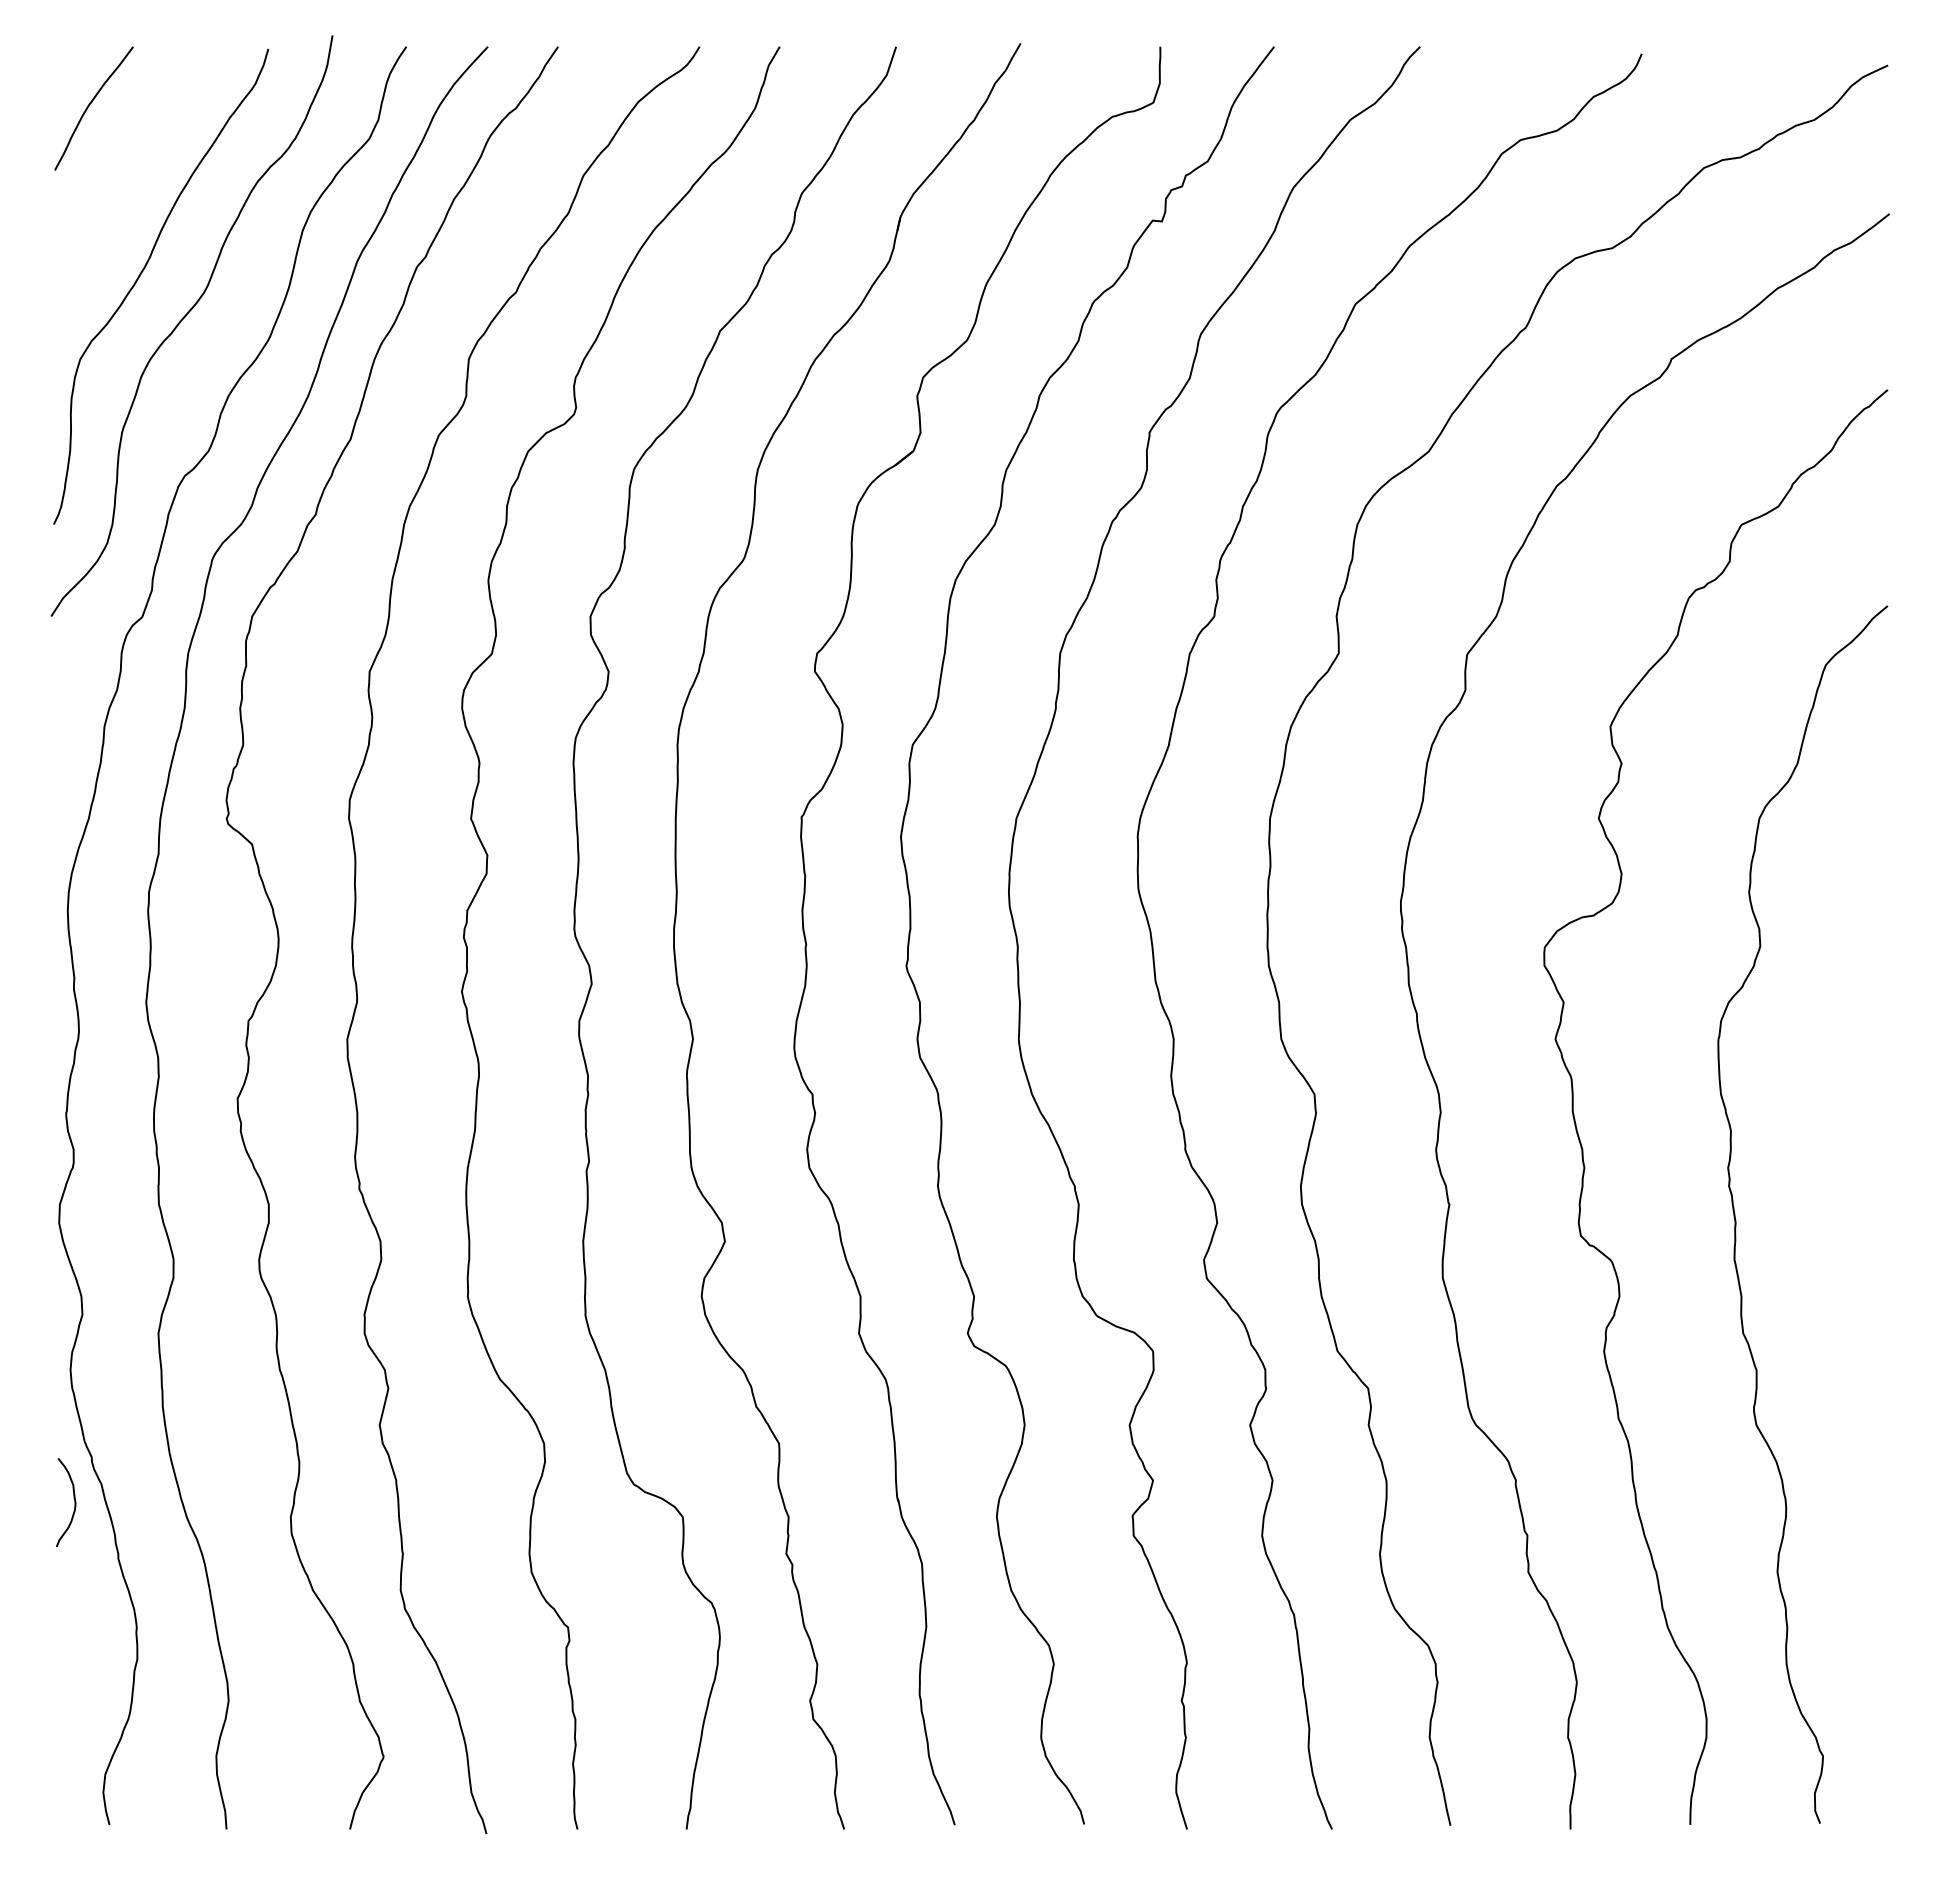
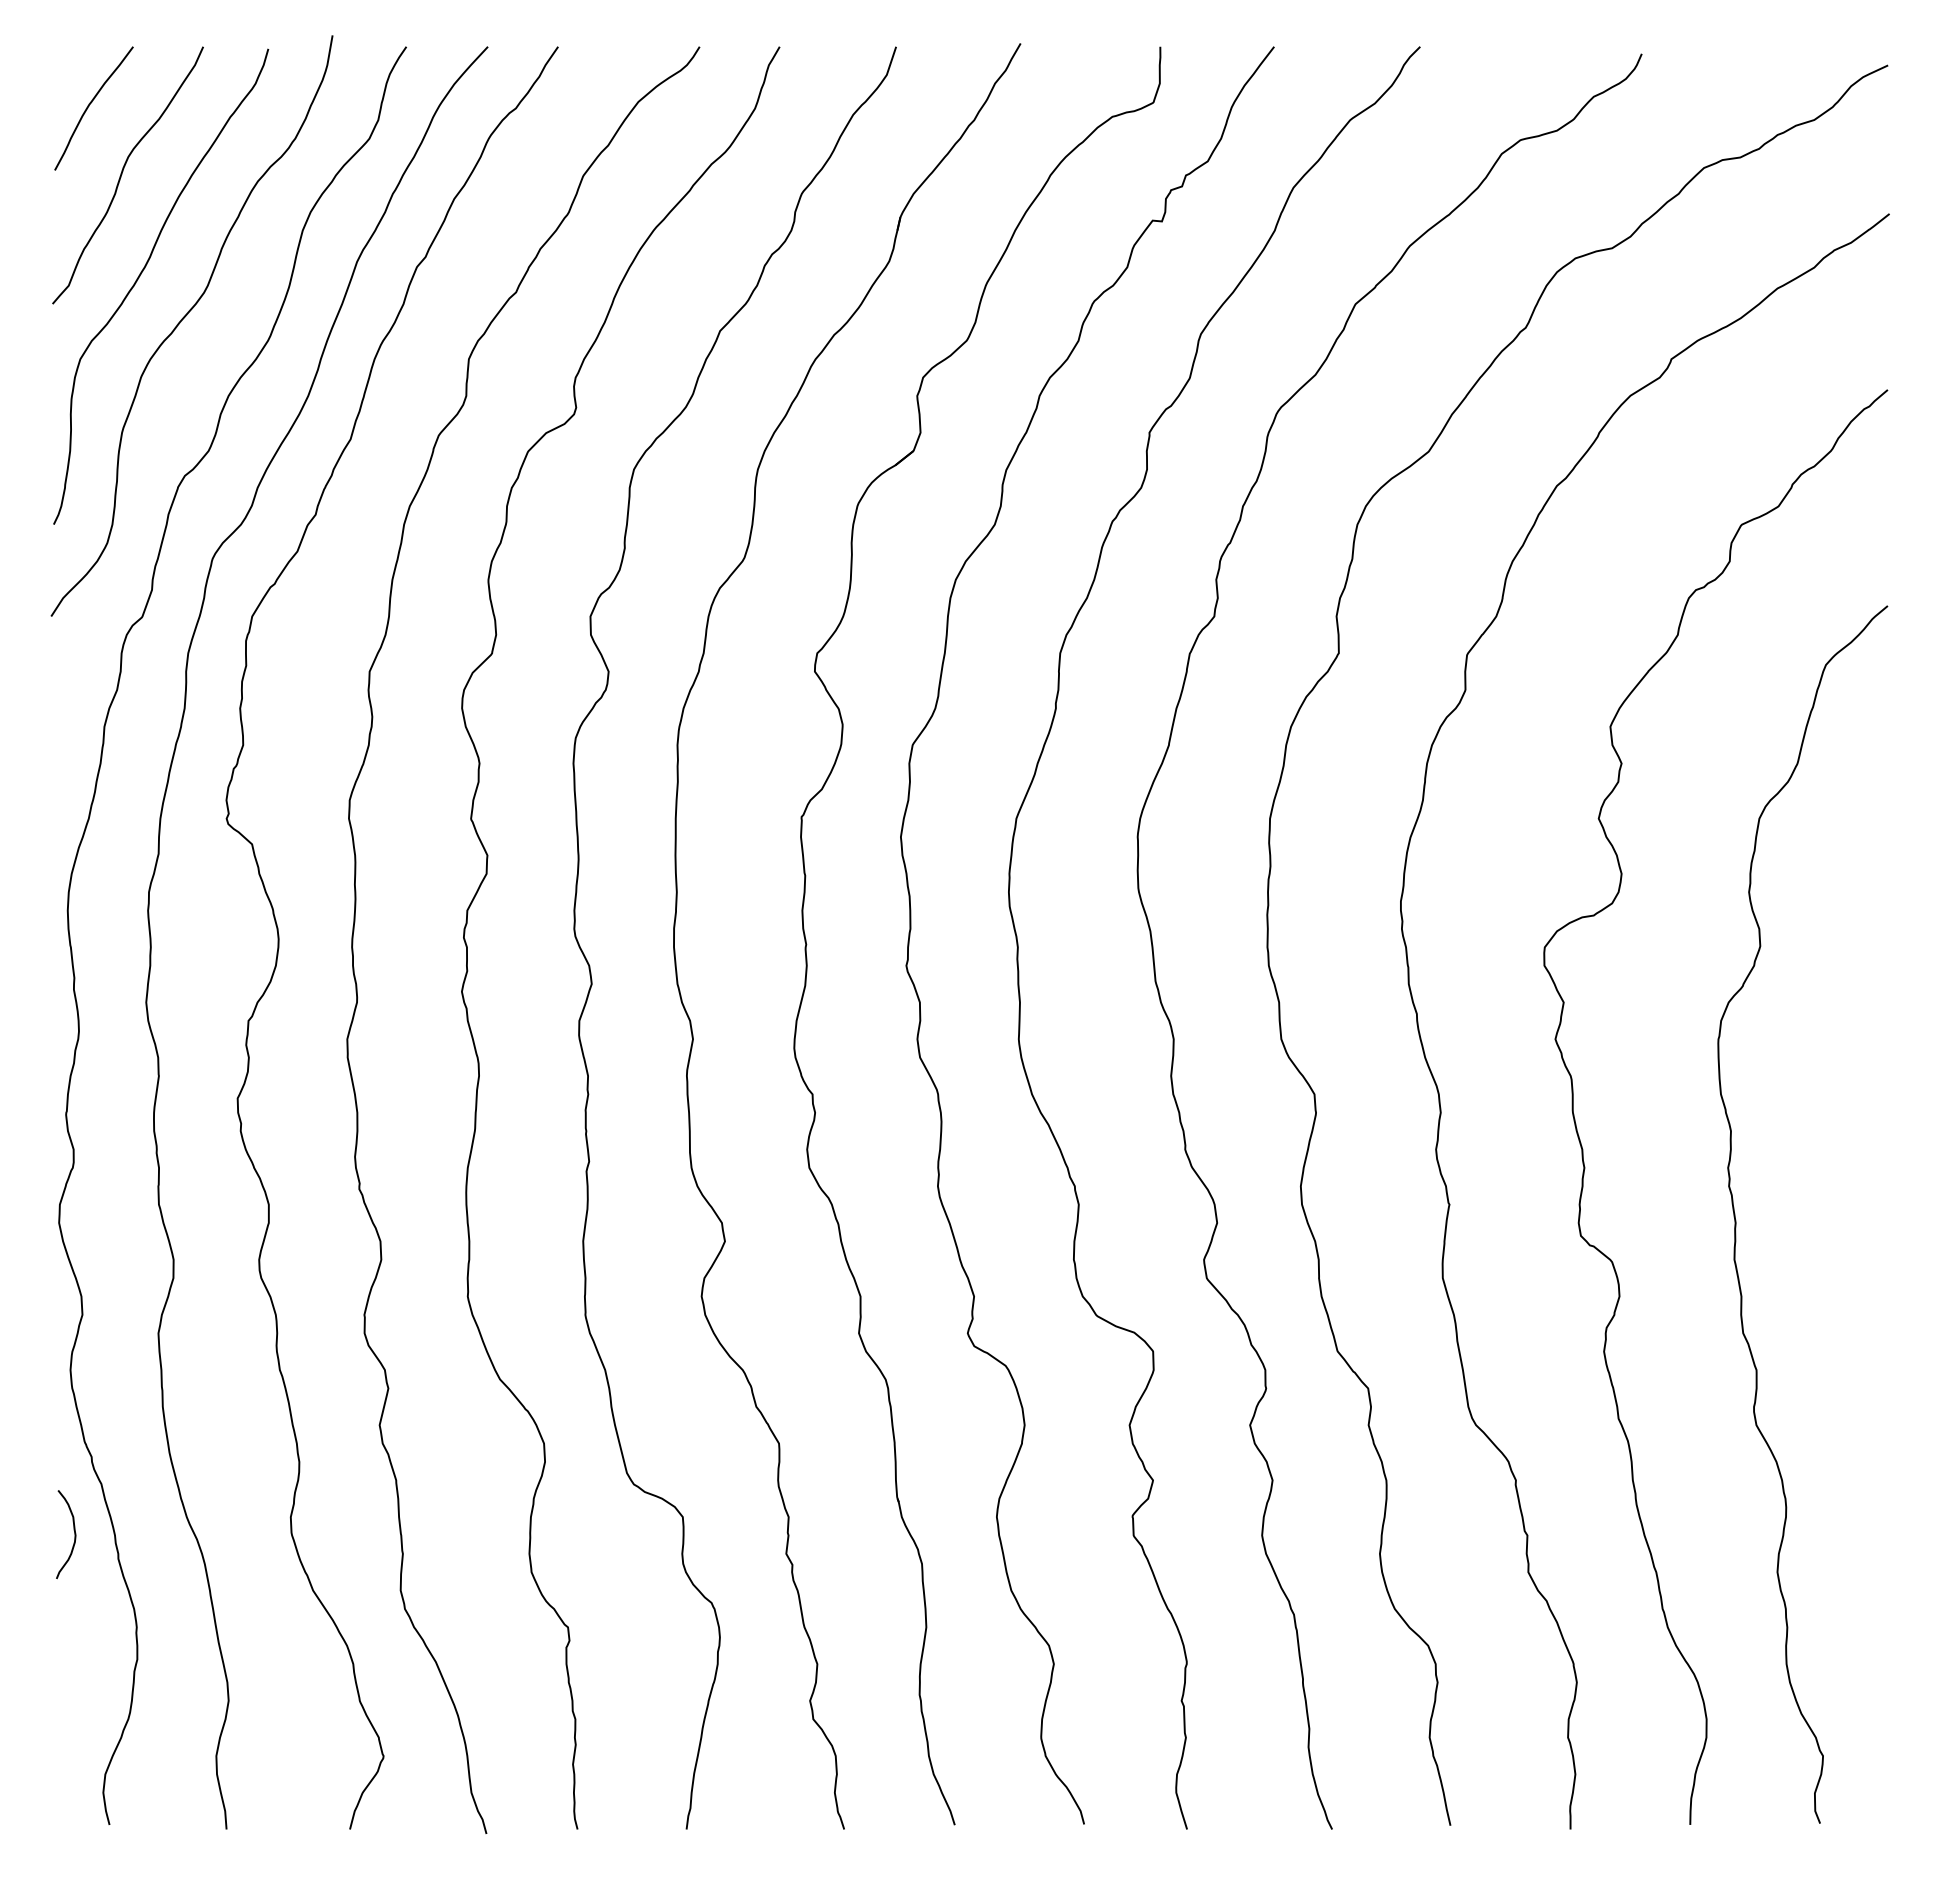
curve at (122, 174): none -> present
curve at (74, 1502) position: (74, 1502) -> (74, 1534)
